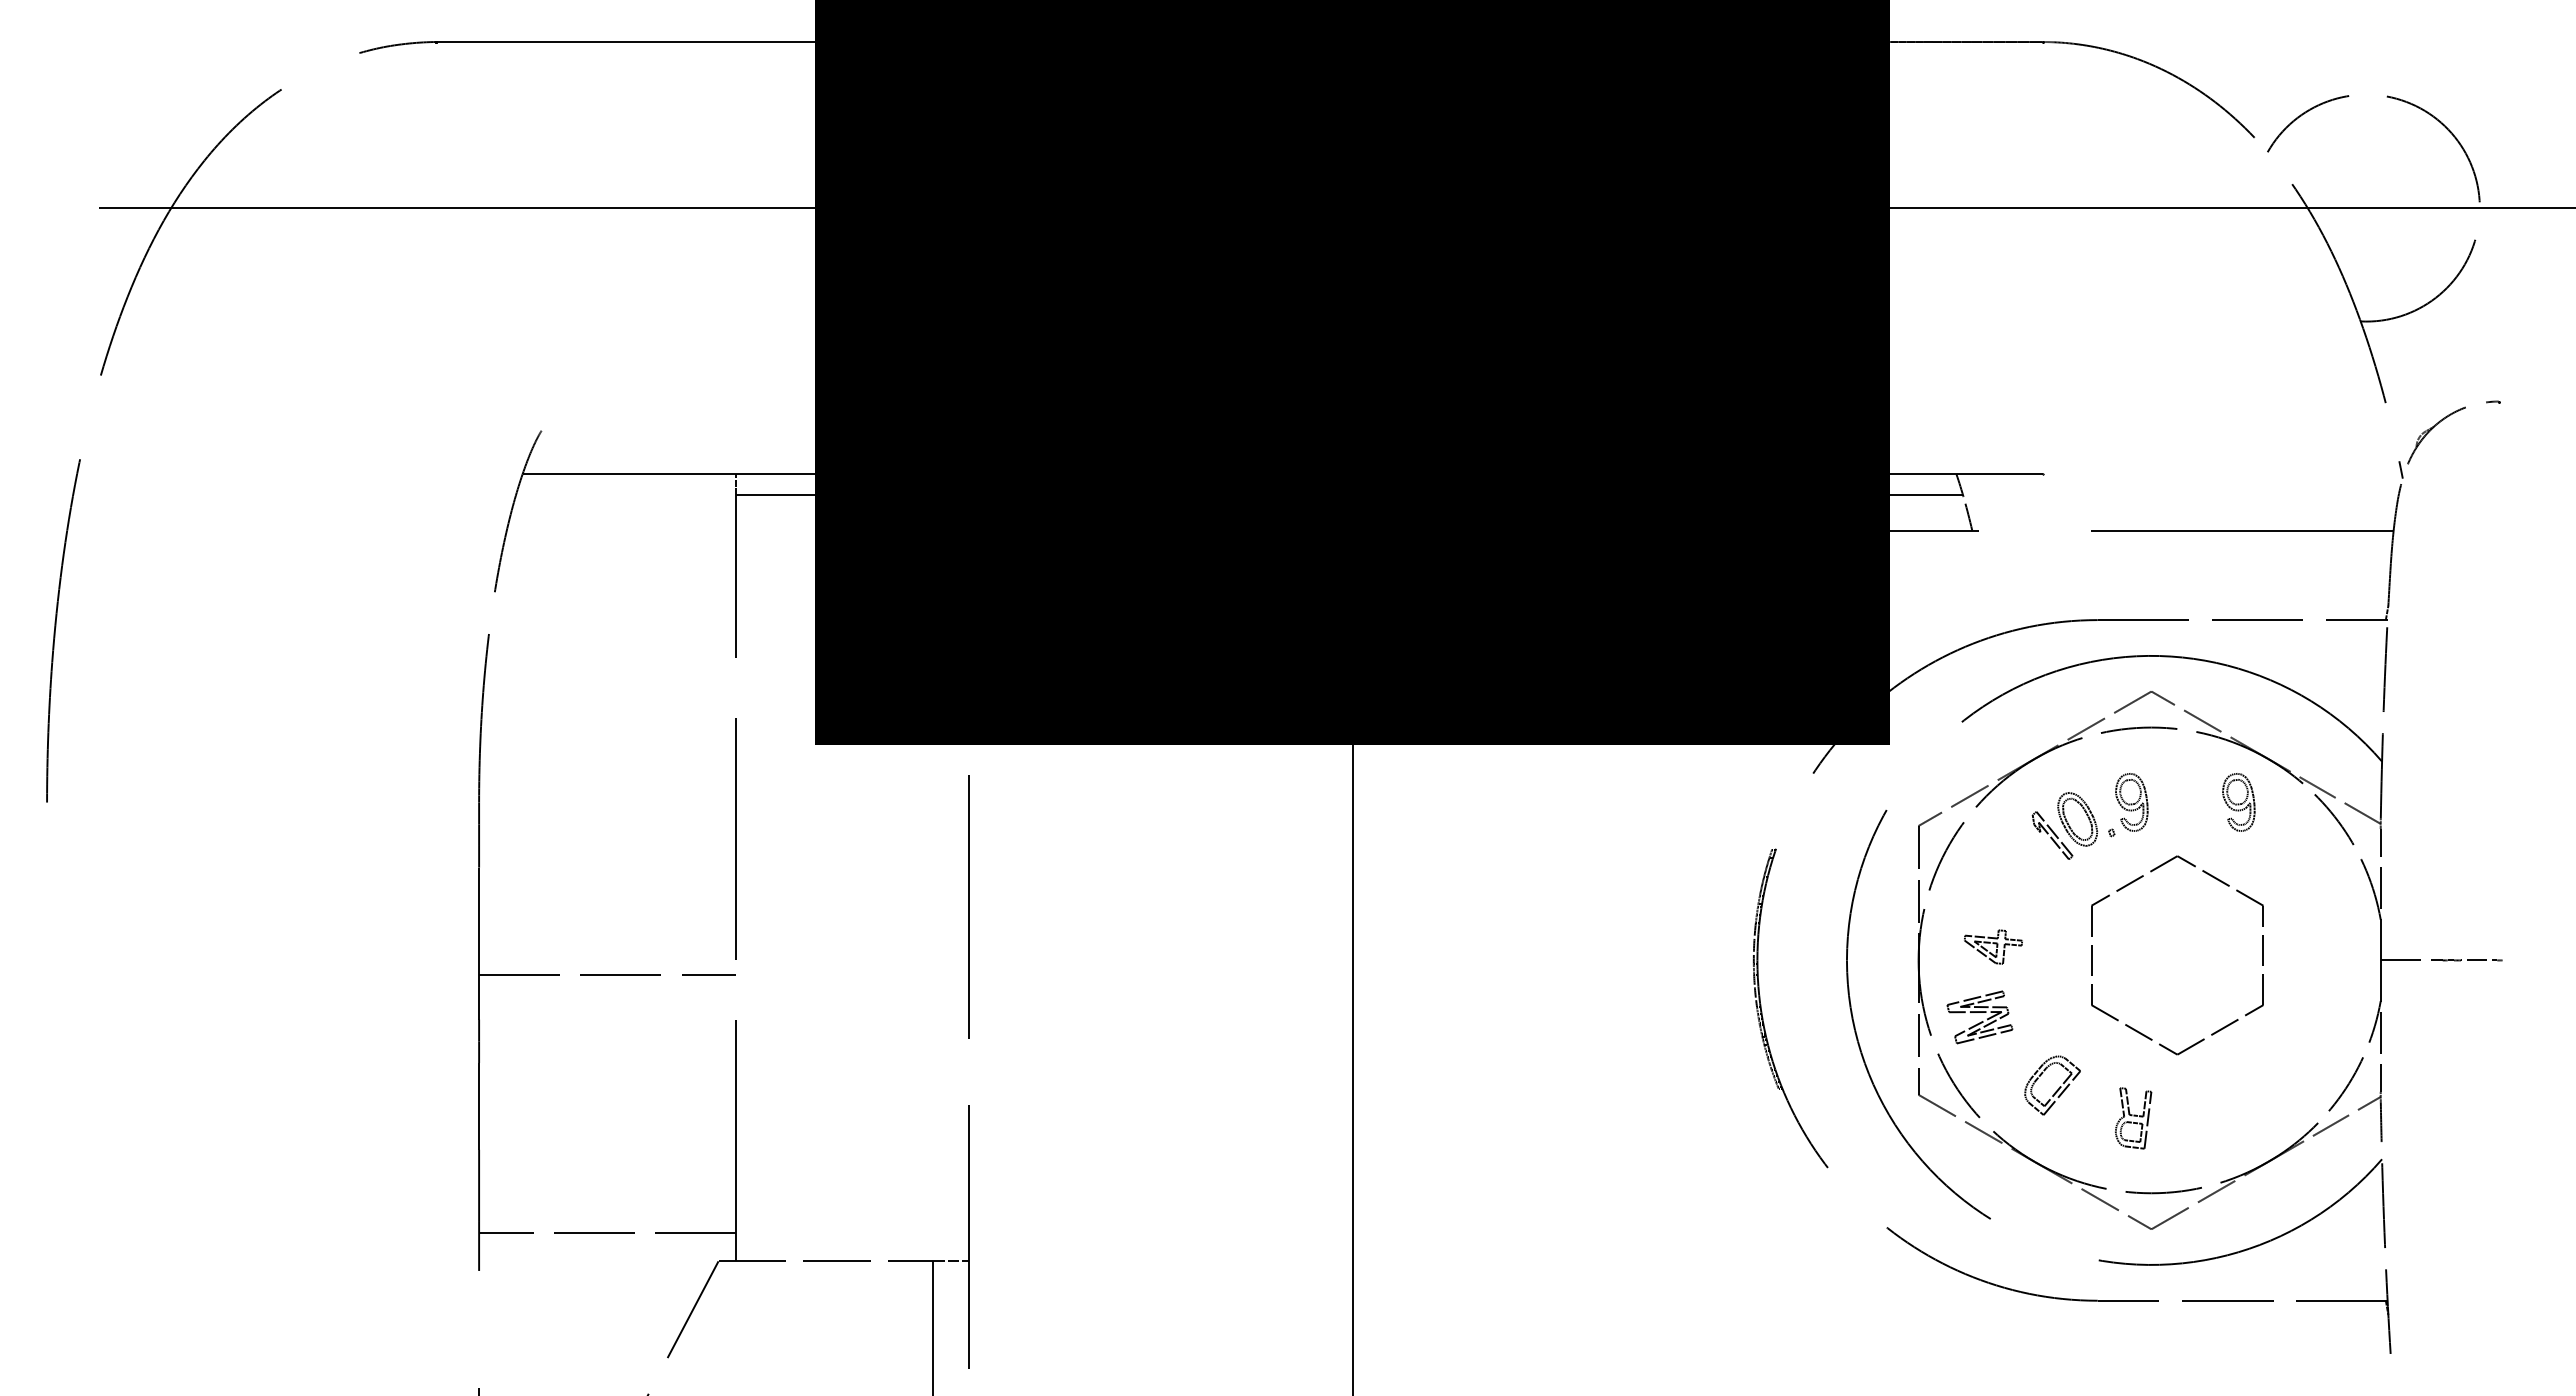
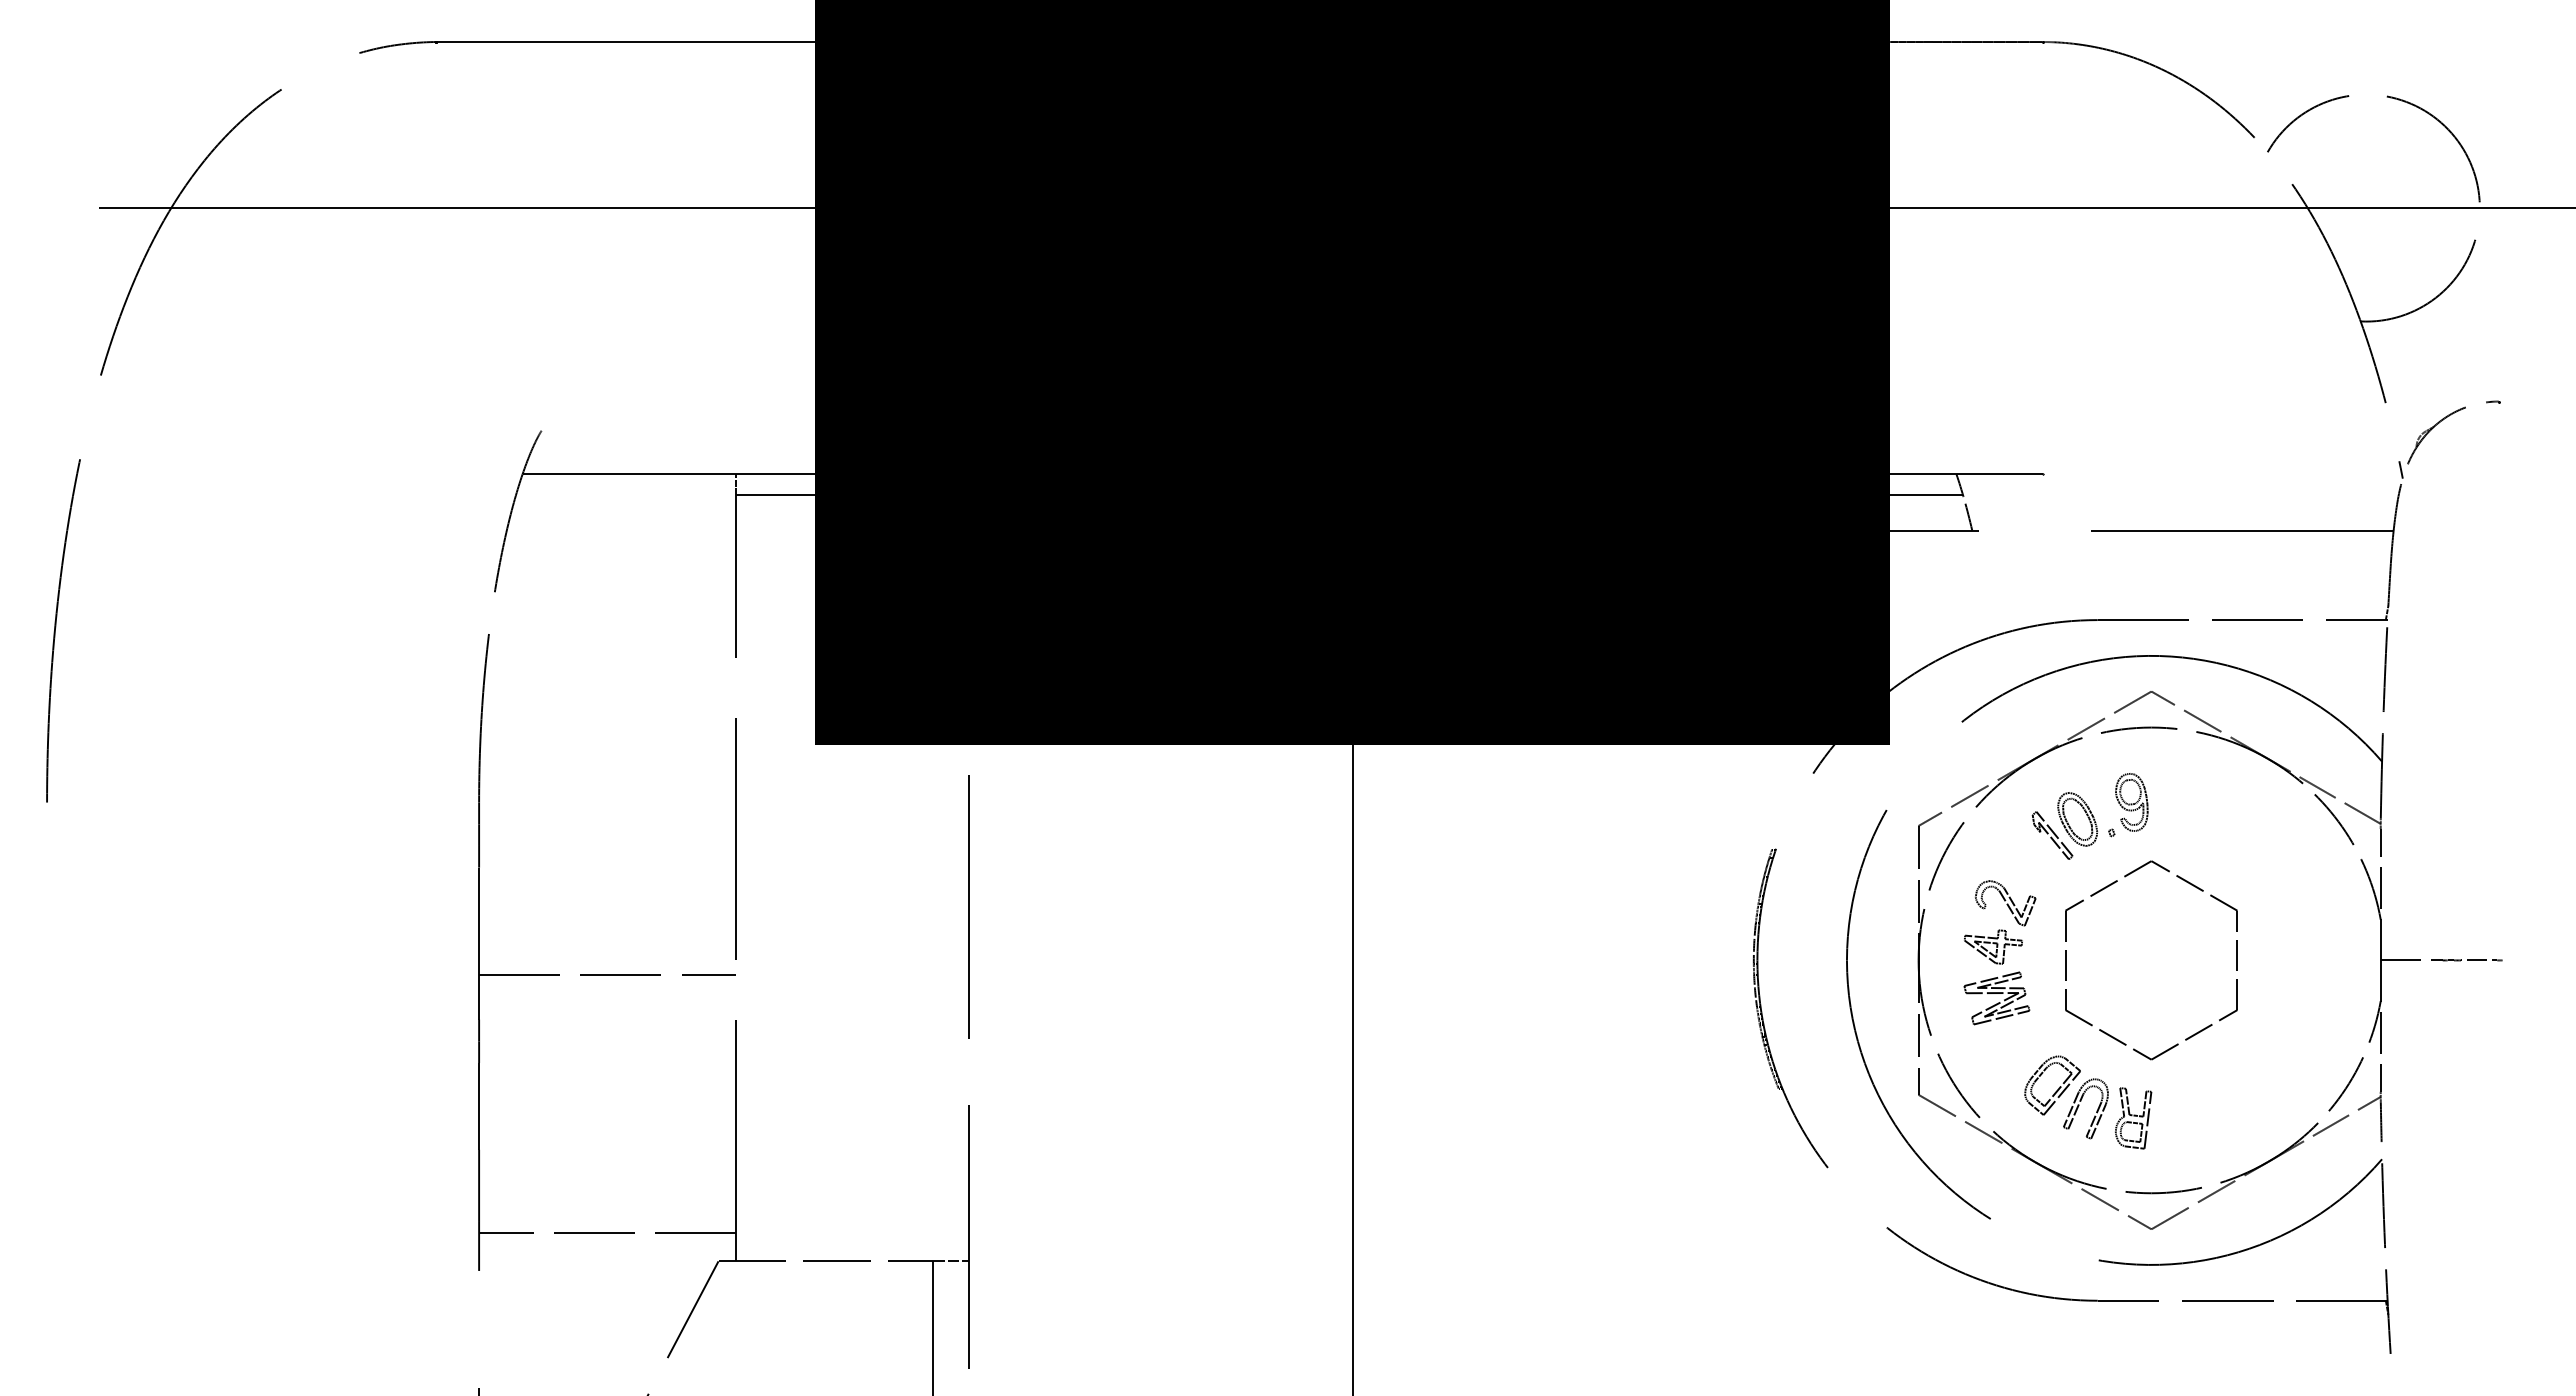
part at (2238, 802): present -> none
part at (2005, 903): none -> present
part at (1979, 1017) position: (1979, 1017) -> (1996, 998)
part at (2218, 1029) position: (2218, 1029) -> (2192, 1034)
part at (2079, 1105): none -> present
